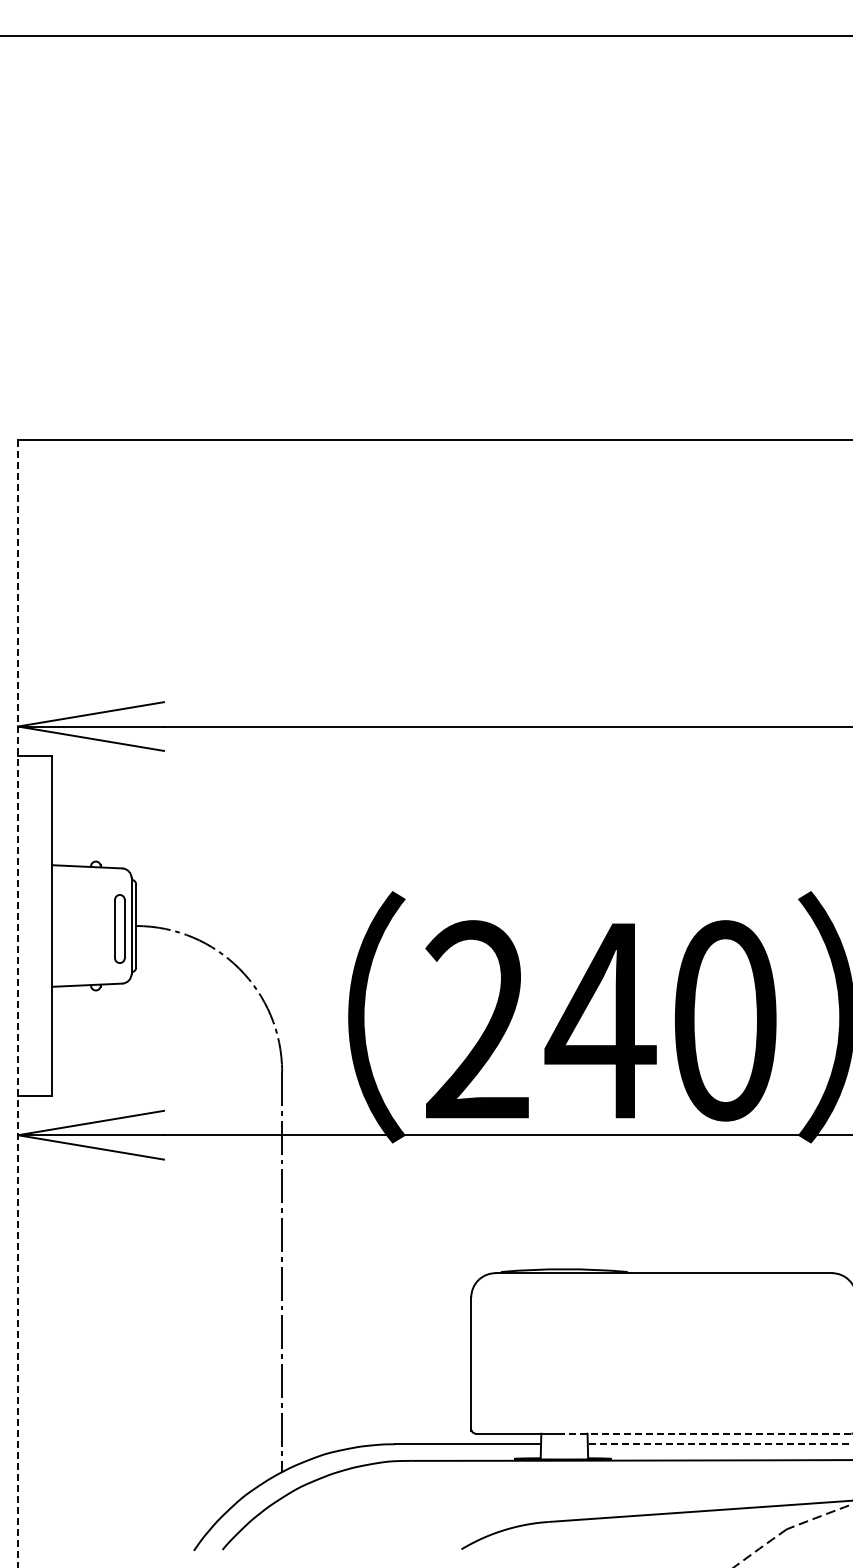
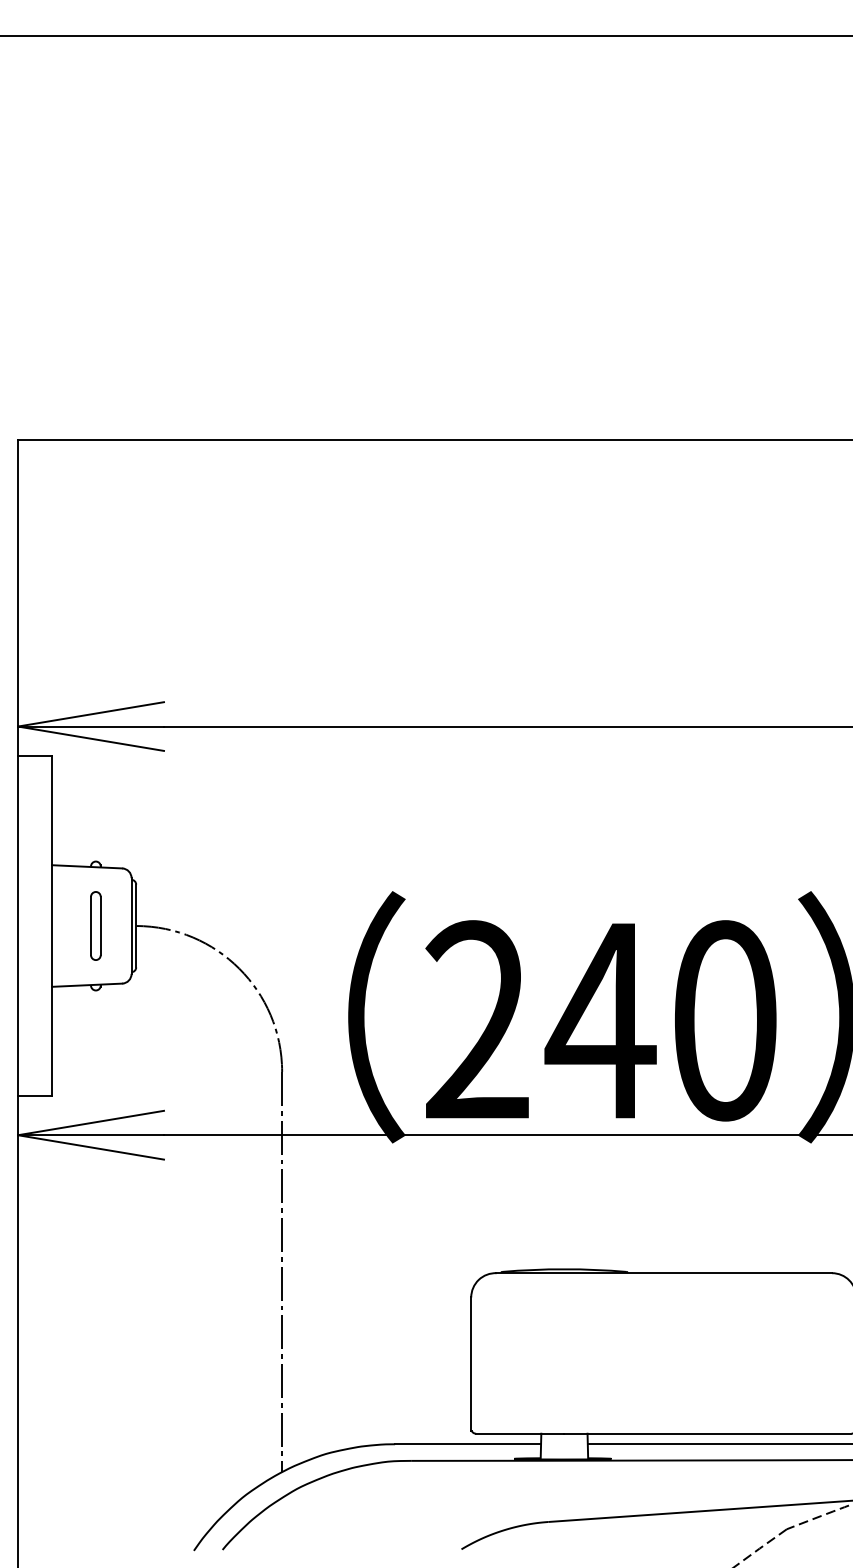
part at (119, 928) position: (119, 928) -> (95, 925)
line at (18, 1003): dashed -> solid
line at (707, 1433): dashed -> solid
line at (719, 1444): dashed -> solid
